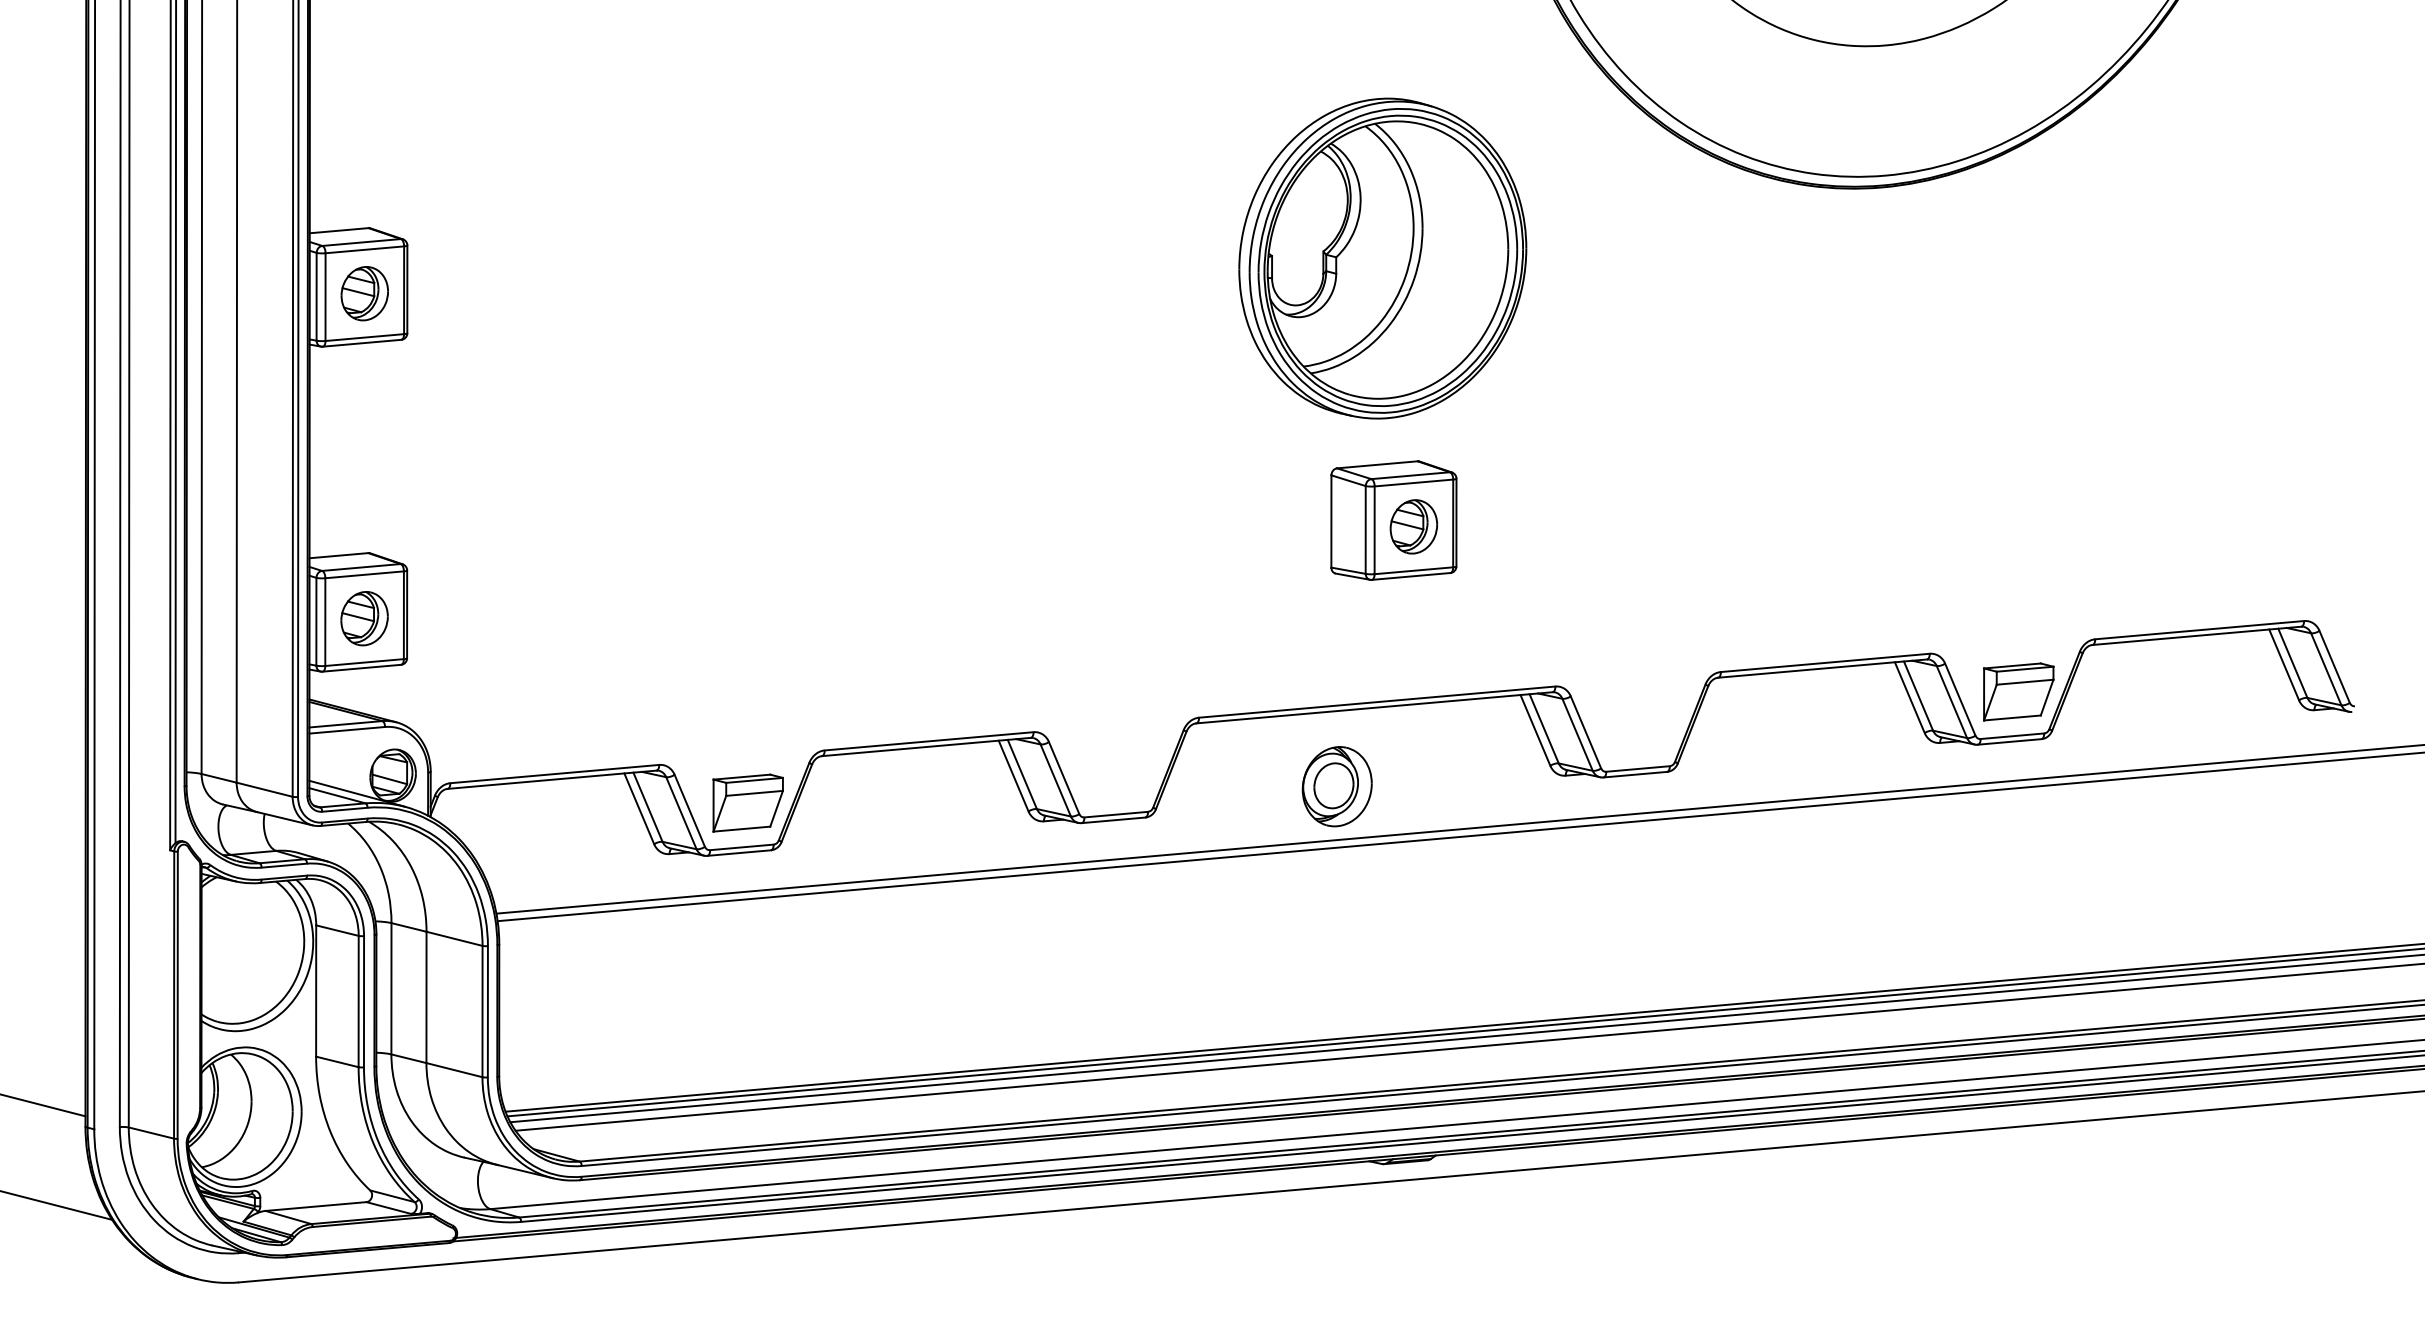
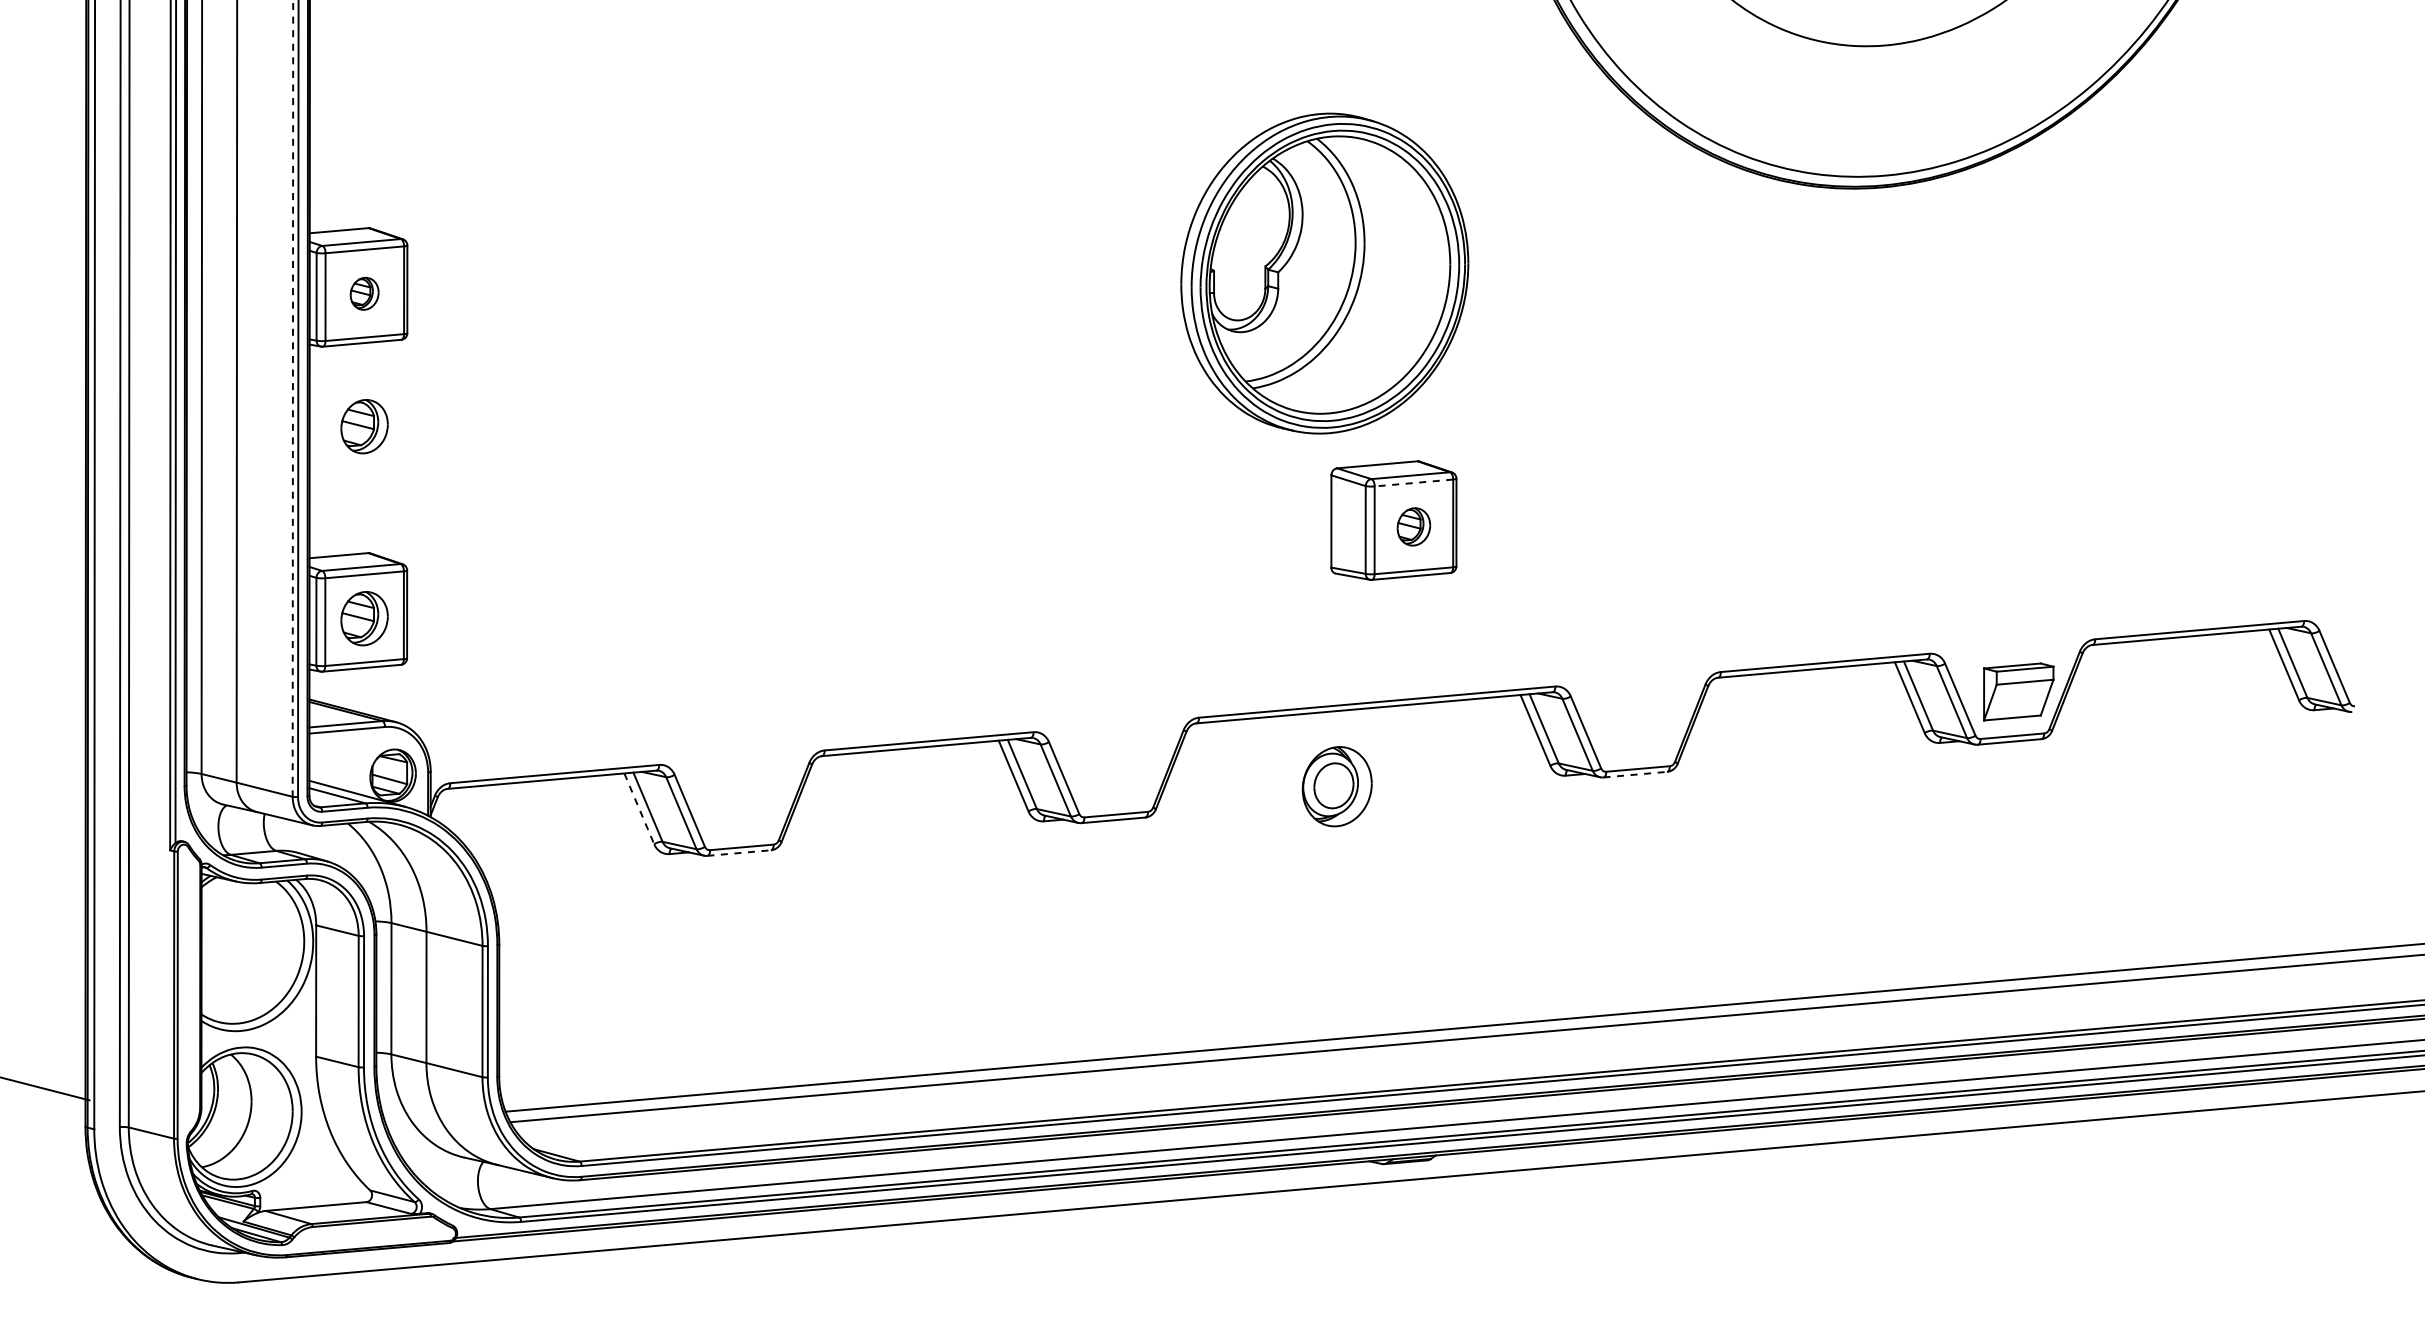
part at (1382, 258) position: (1382, 258) -> (1324, 273)
part at (364, 293) size: 49x56 px -> 31x35 px
line at (292, 398): solid -> dashed
part at (364, 426): none -> present
line at (1413, 483): solid -> dashed
part at (1413, 526) size: 50x56 px -> 36x40 px
line at (1635, 774): solid -> dashed
part at (747, 802): present -> none
line at (639, 809): solid -> dashed
line at (1458, 829): present -> none
line at (1459, 836): present -> none
line at (739, 853): solid -> dashed
line at (1464, 1032): present -> none
line at (1468, 1046): present -> none
line at (43, 1105) position: (43, 1105) -> (45, 1088)
line at (57, 1205): present -> none
